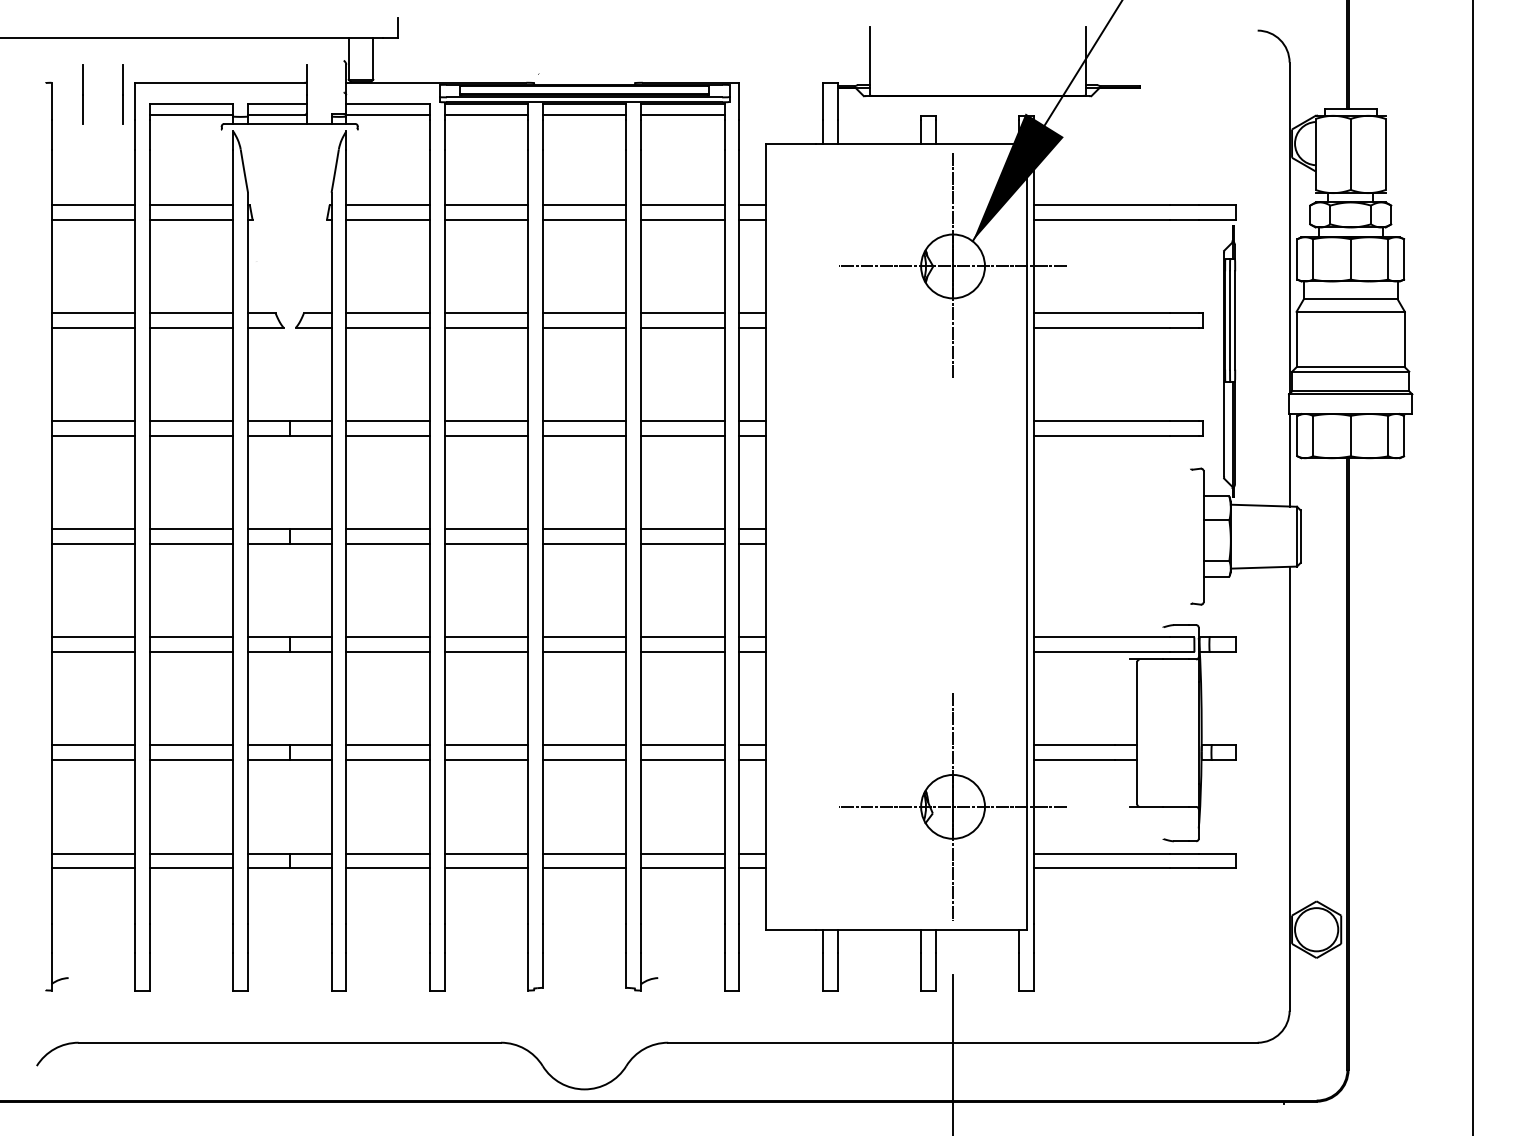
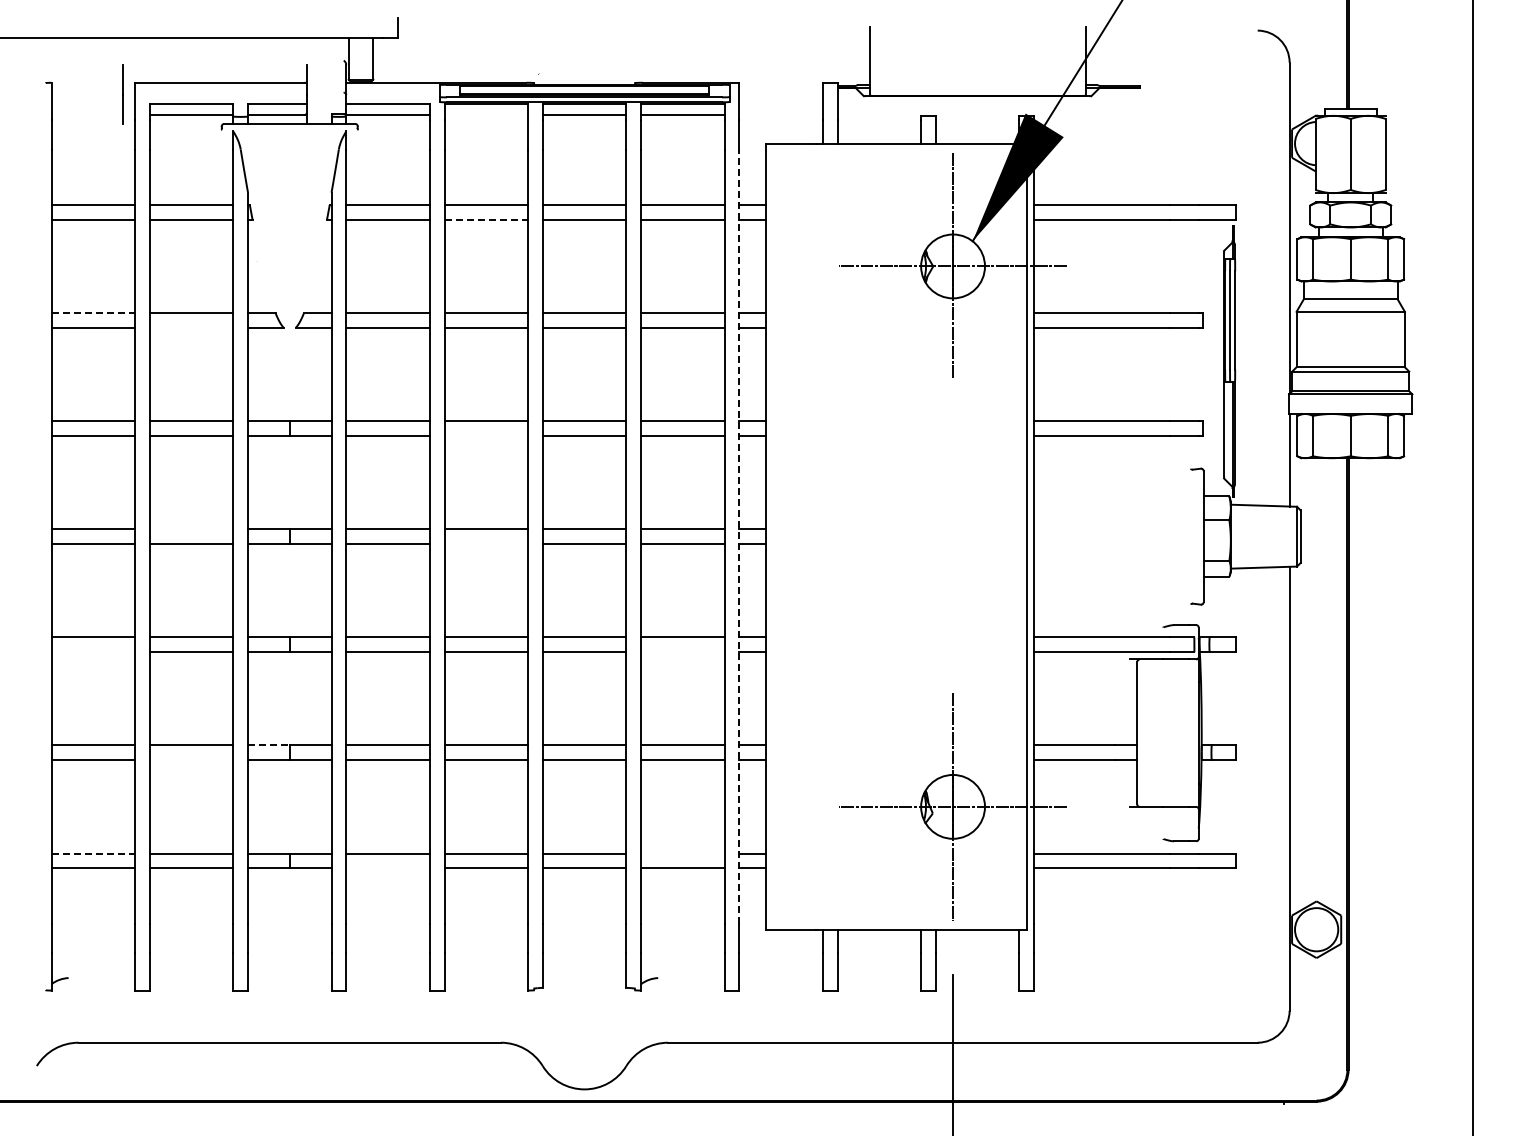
line at (82, 94): present -> none
line at (486, 114): present -> none
line at (486, 219): solid -> dashed
line at (93, 313): solid -> dashed
line at (191, 327): present -> none
line at (486, 435): present -> none
line at (191, 529): present -> none
line at (739, 536): solid -> dashed
line at (486, 544): present -> none
line at (93, 652): present -> none
line at (682, 652): present -> none
line at (268, 745): solid -> dashed
line at (191, 760): present -> none
line at (93, 853): solid -> dashed
line at (682, 853): present -> none
line at (387, 868): present -> none
